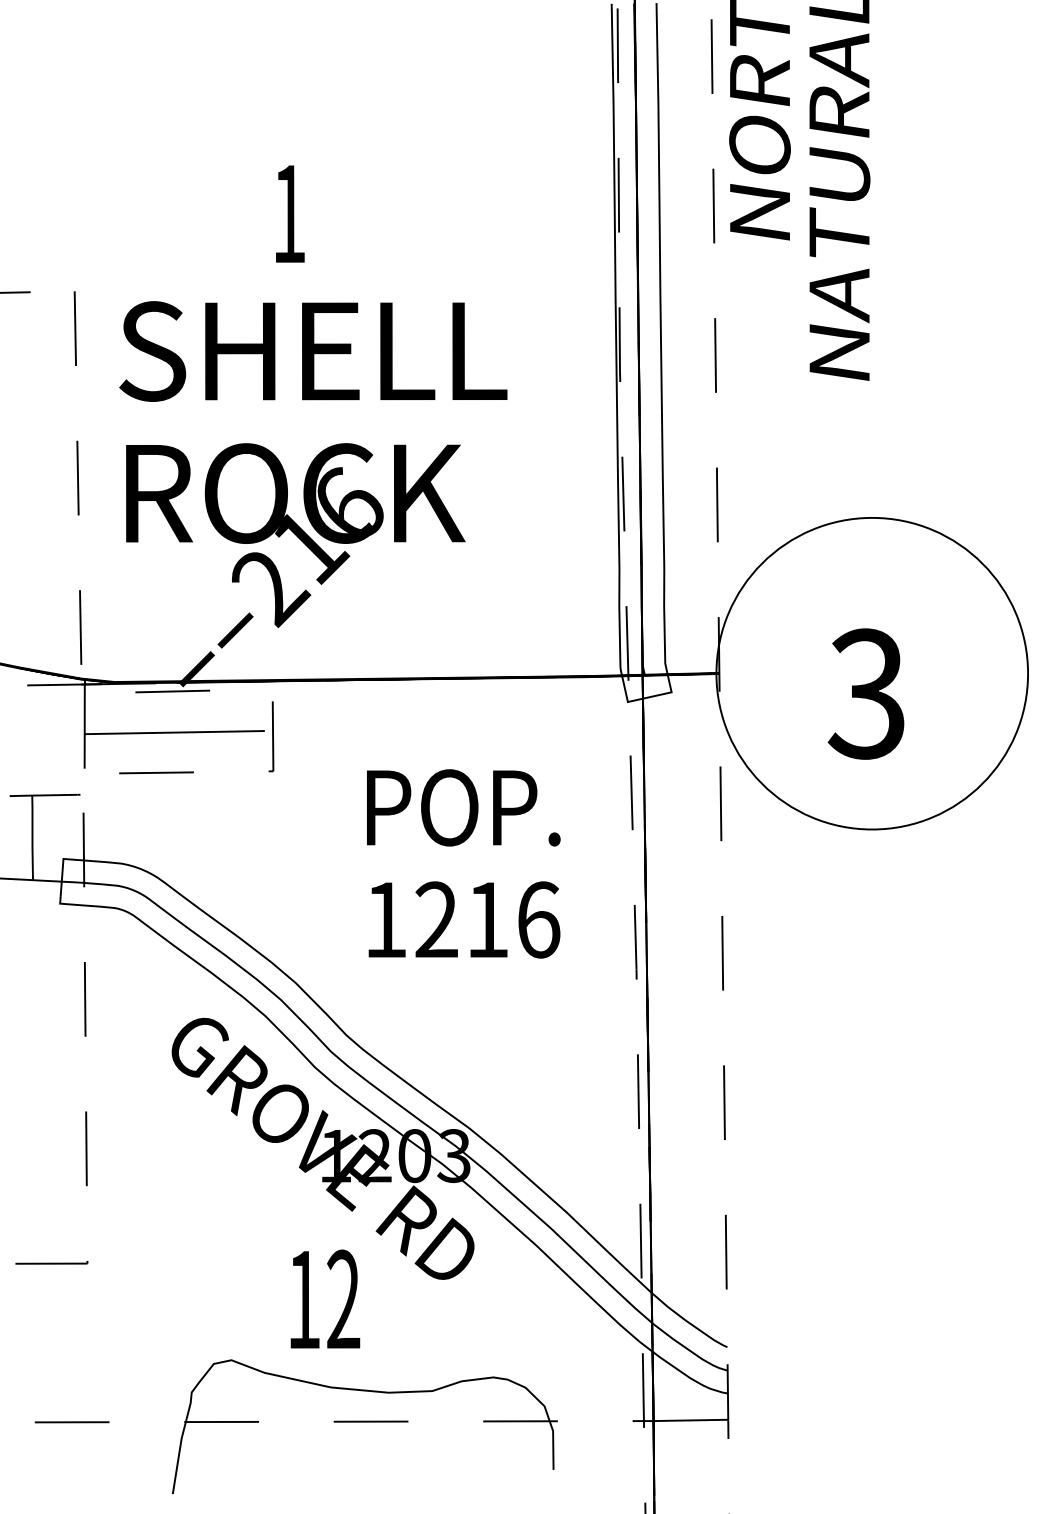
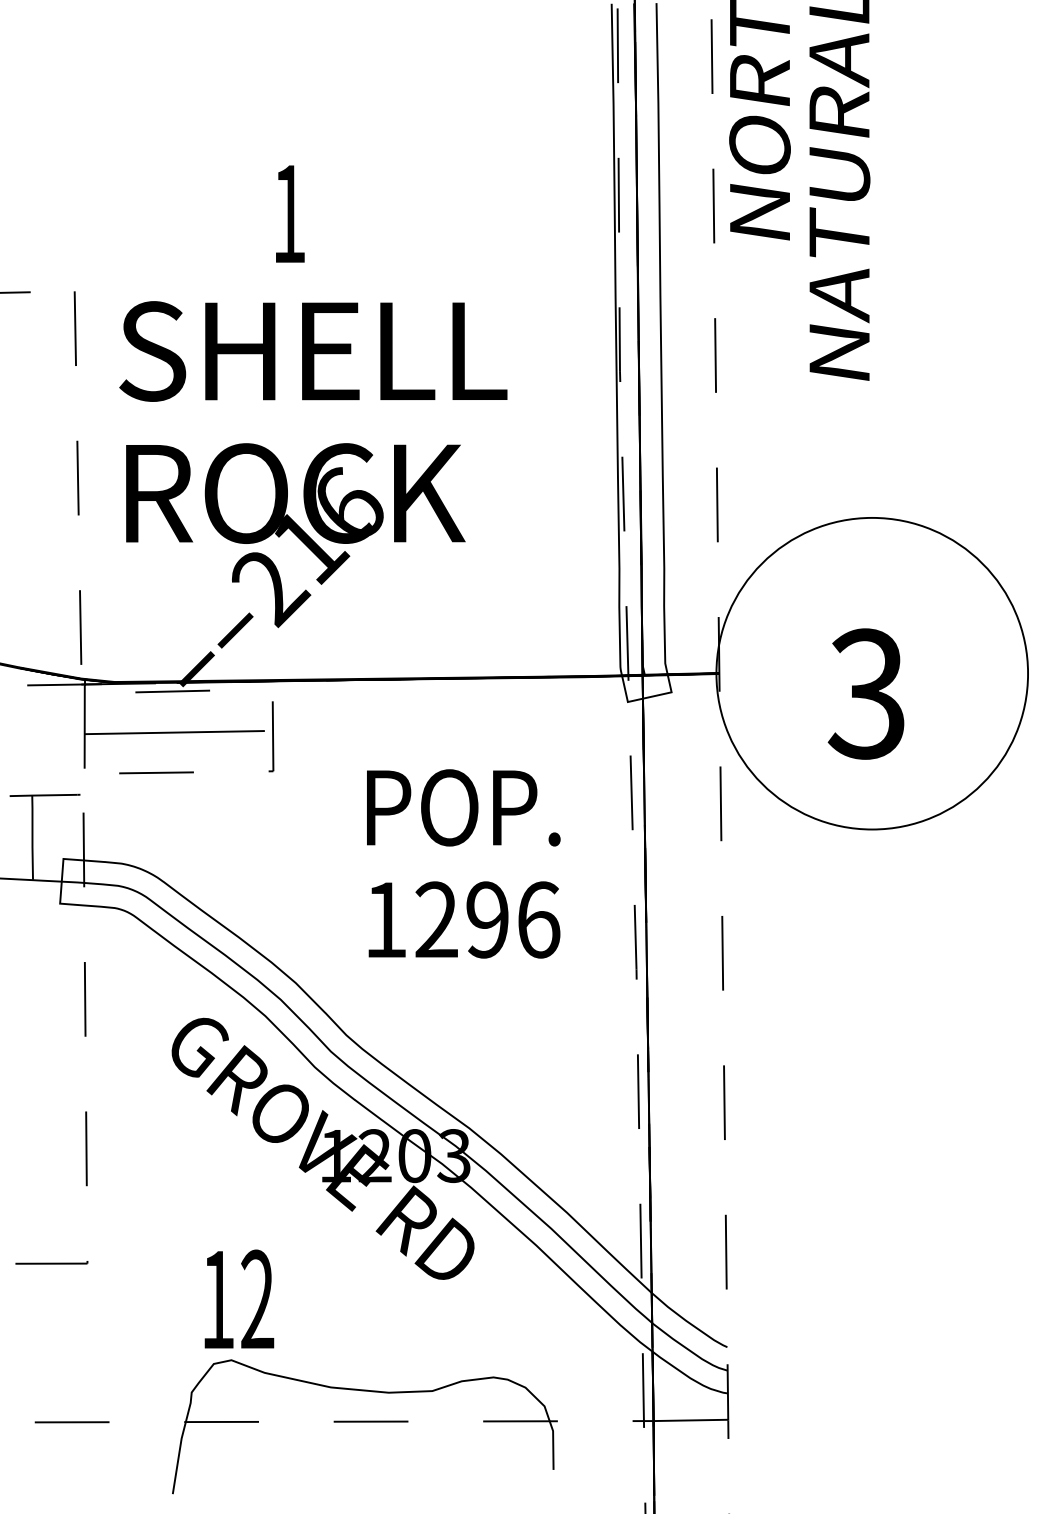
text at (487, 919): 1216 -> 1296
text at (325, 1298) position: (325, 1298) -> (239, 1298)
